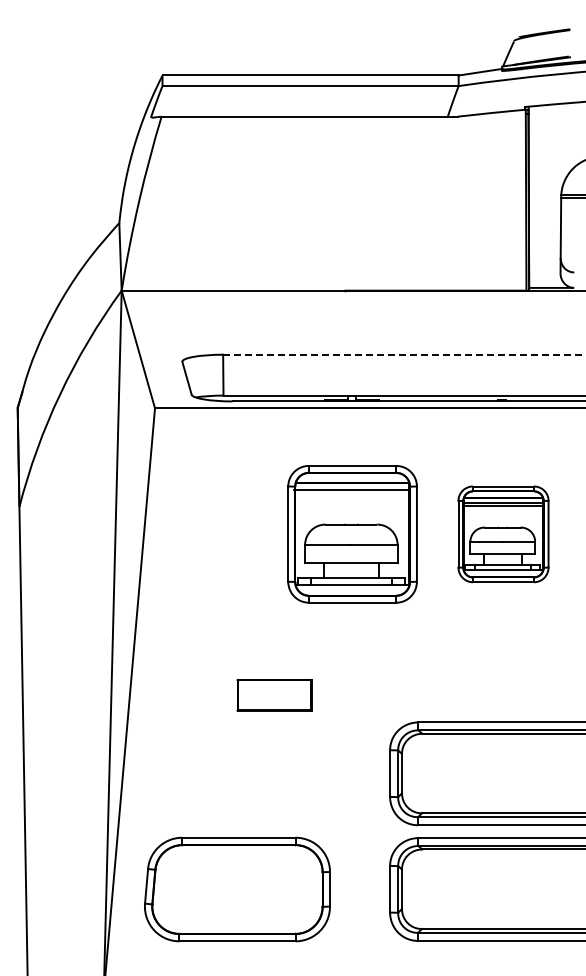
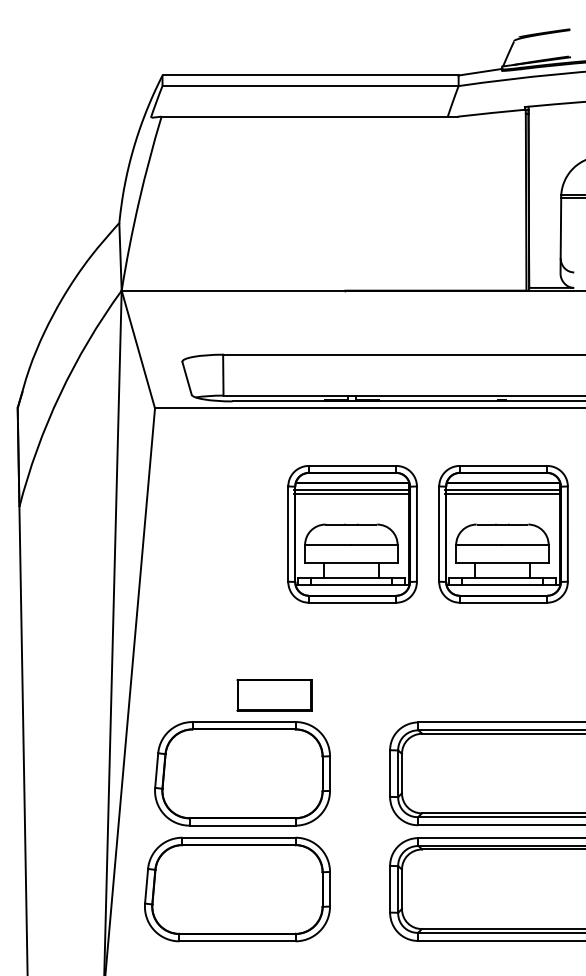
line at (405, 354): dashed -> solid
line at (351, 494): none -> present
part at (503, 534) size: 93x99 px -> 131x139 px
part at (242, 773): none -> present
